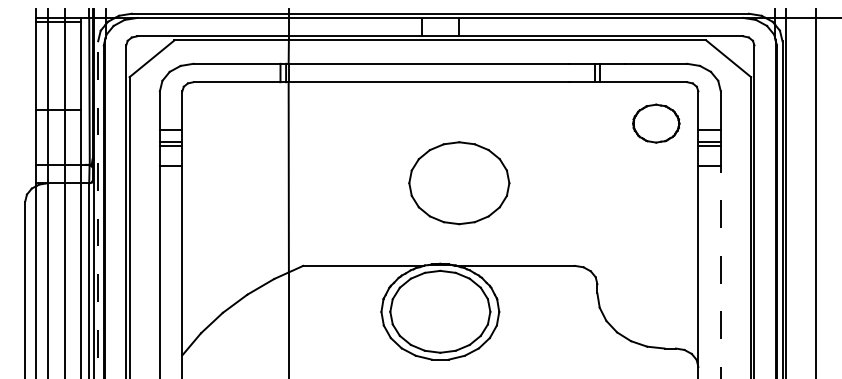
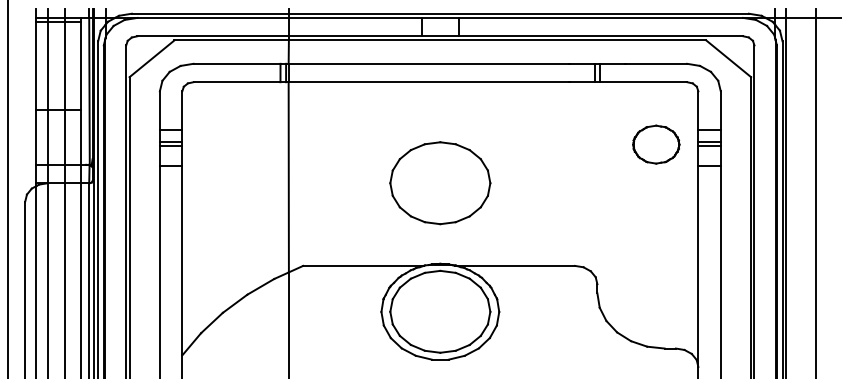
part at (656, 123) position: (656, 123) -> (656, 144)
part at (459, 183) position: (459, 183) -> (440, 183)
line at (8, 188): none -> present
line at (98, 209): dashed -> solid
line at (720, 272): dashed -> solid
